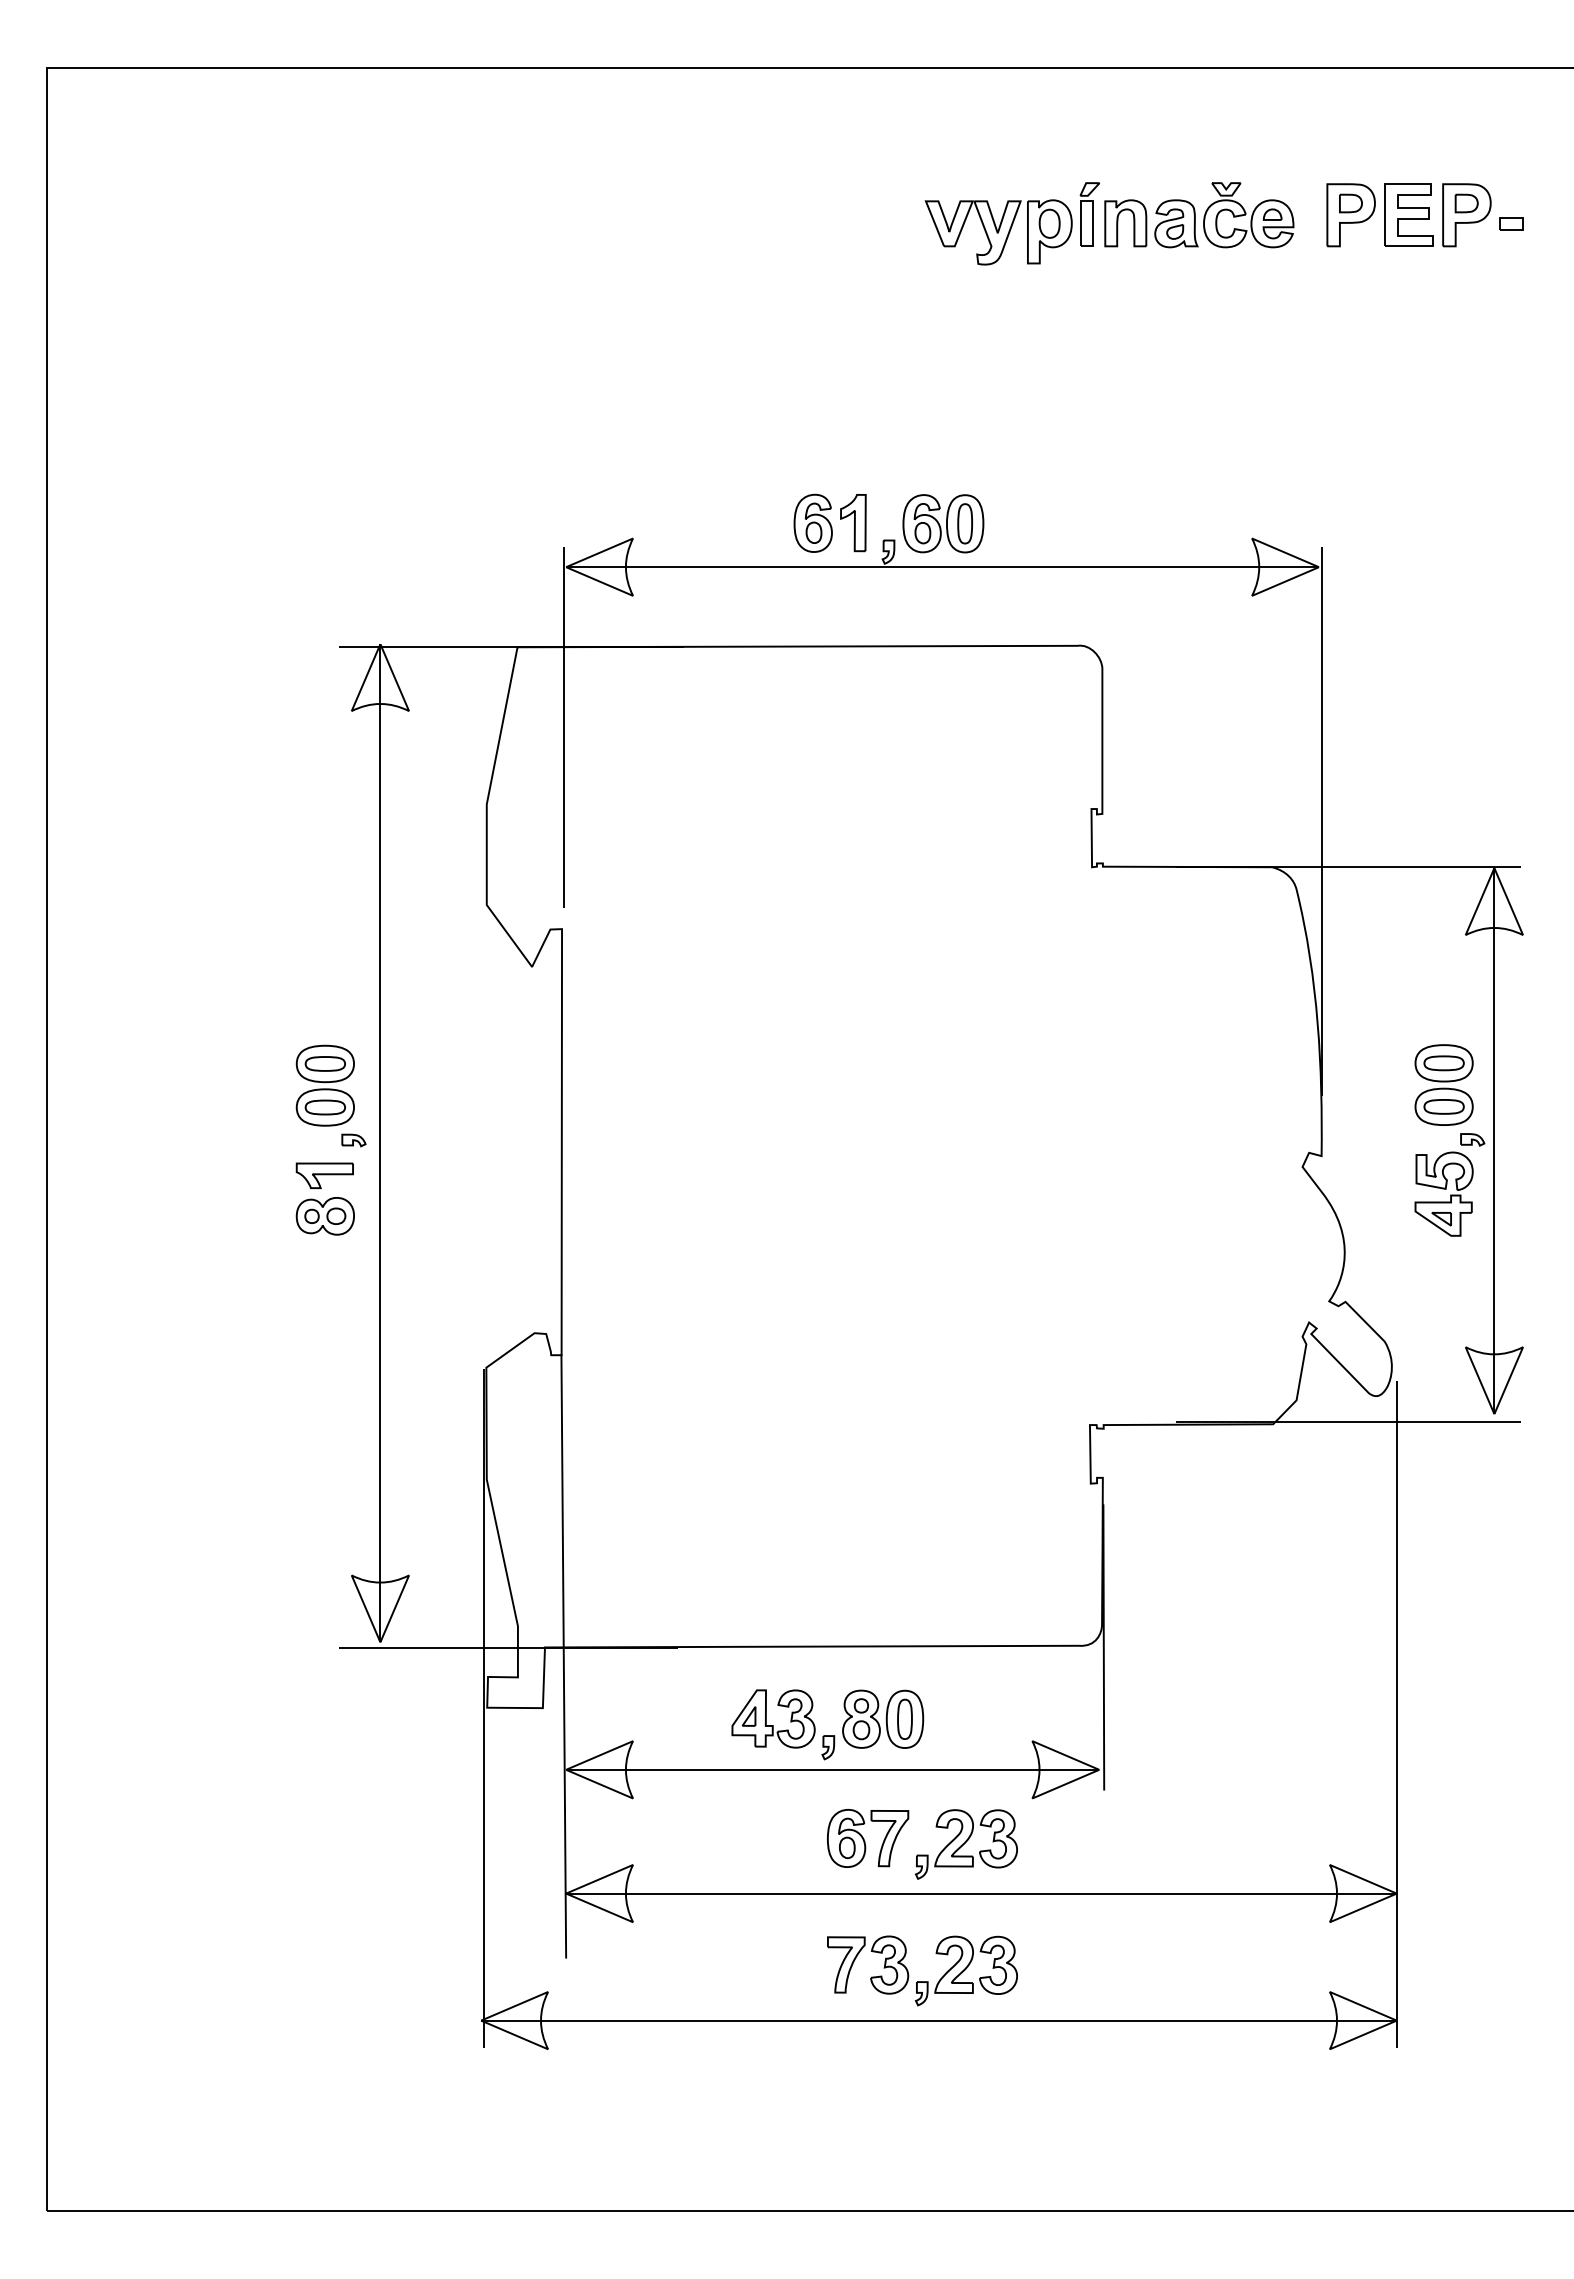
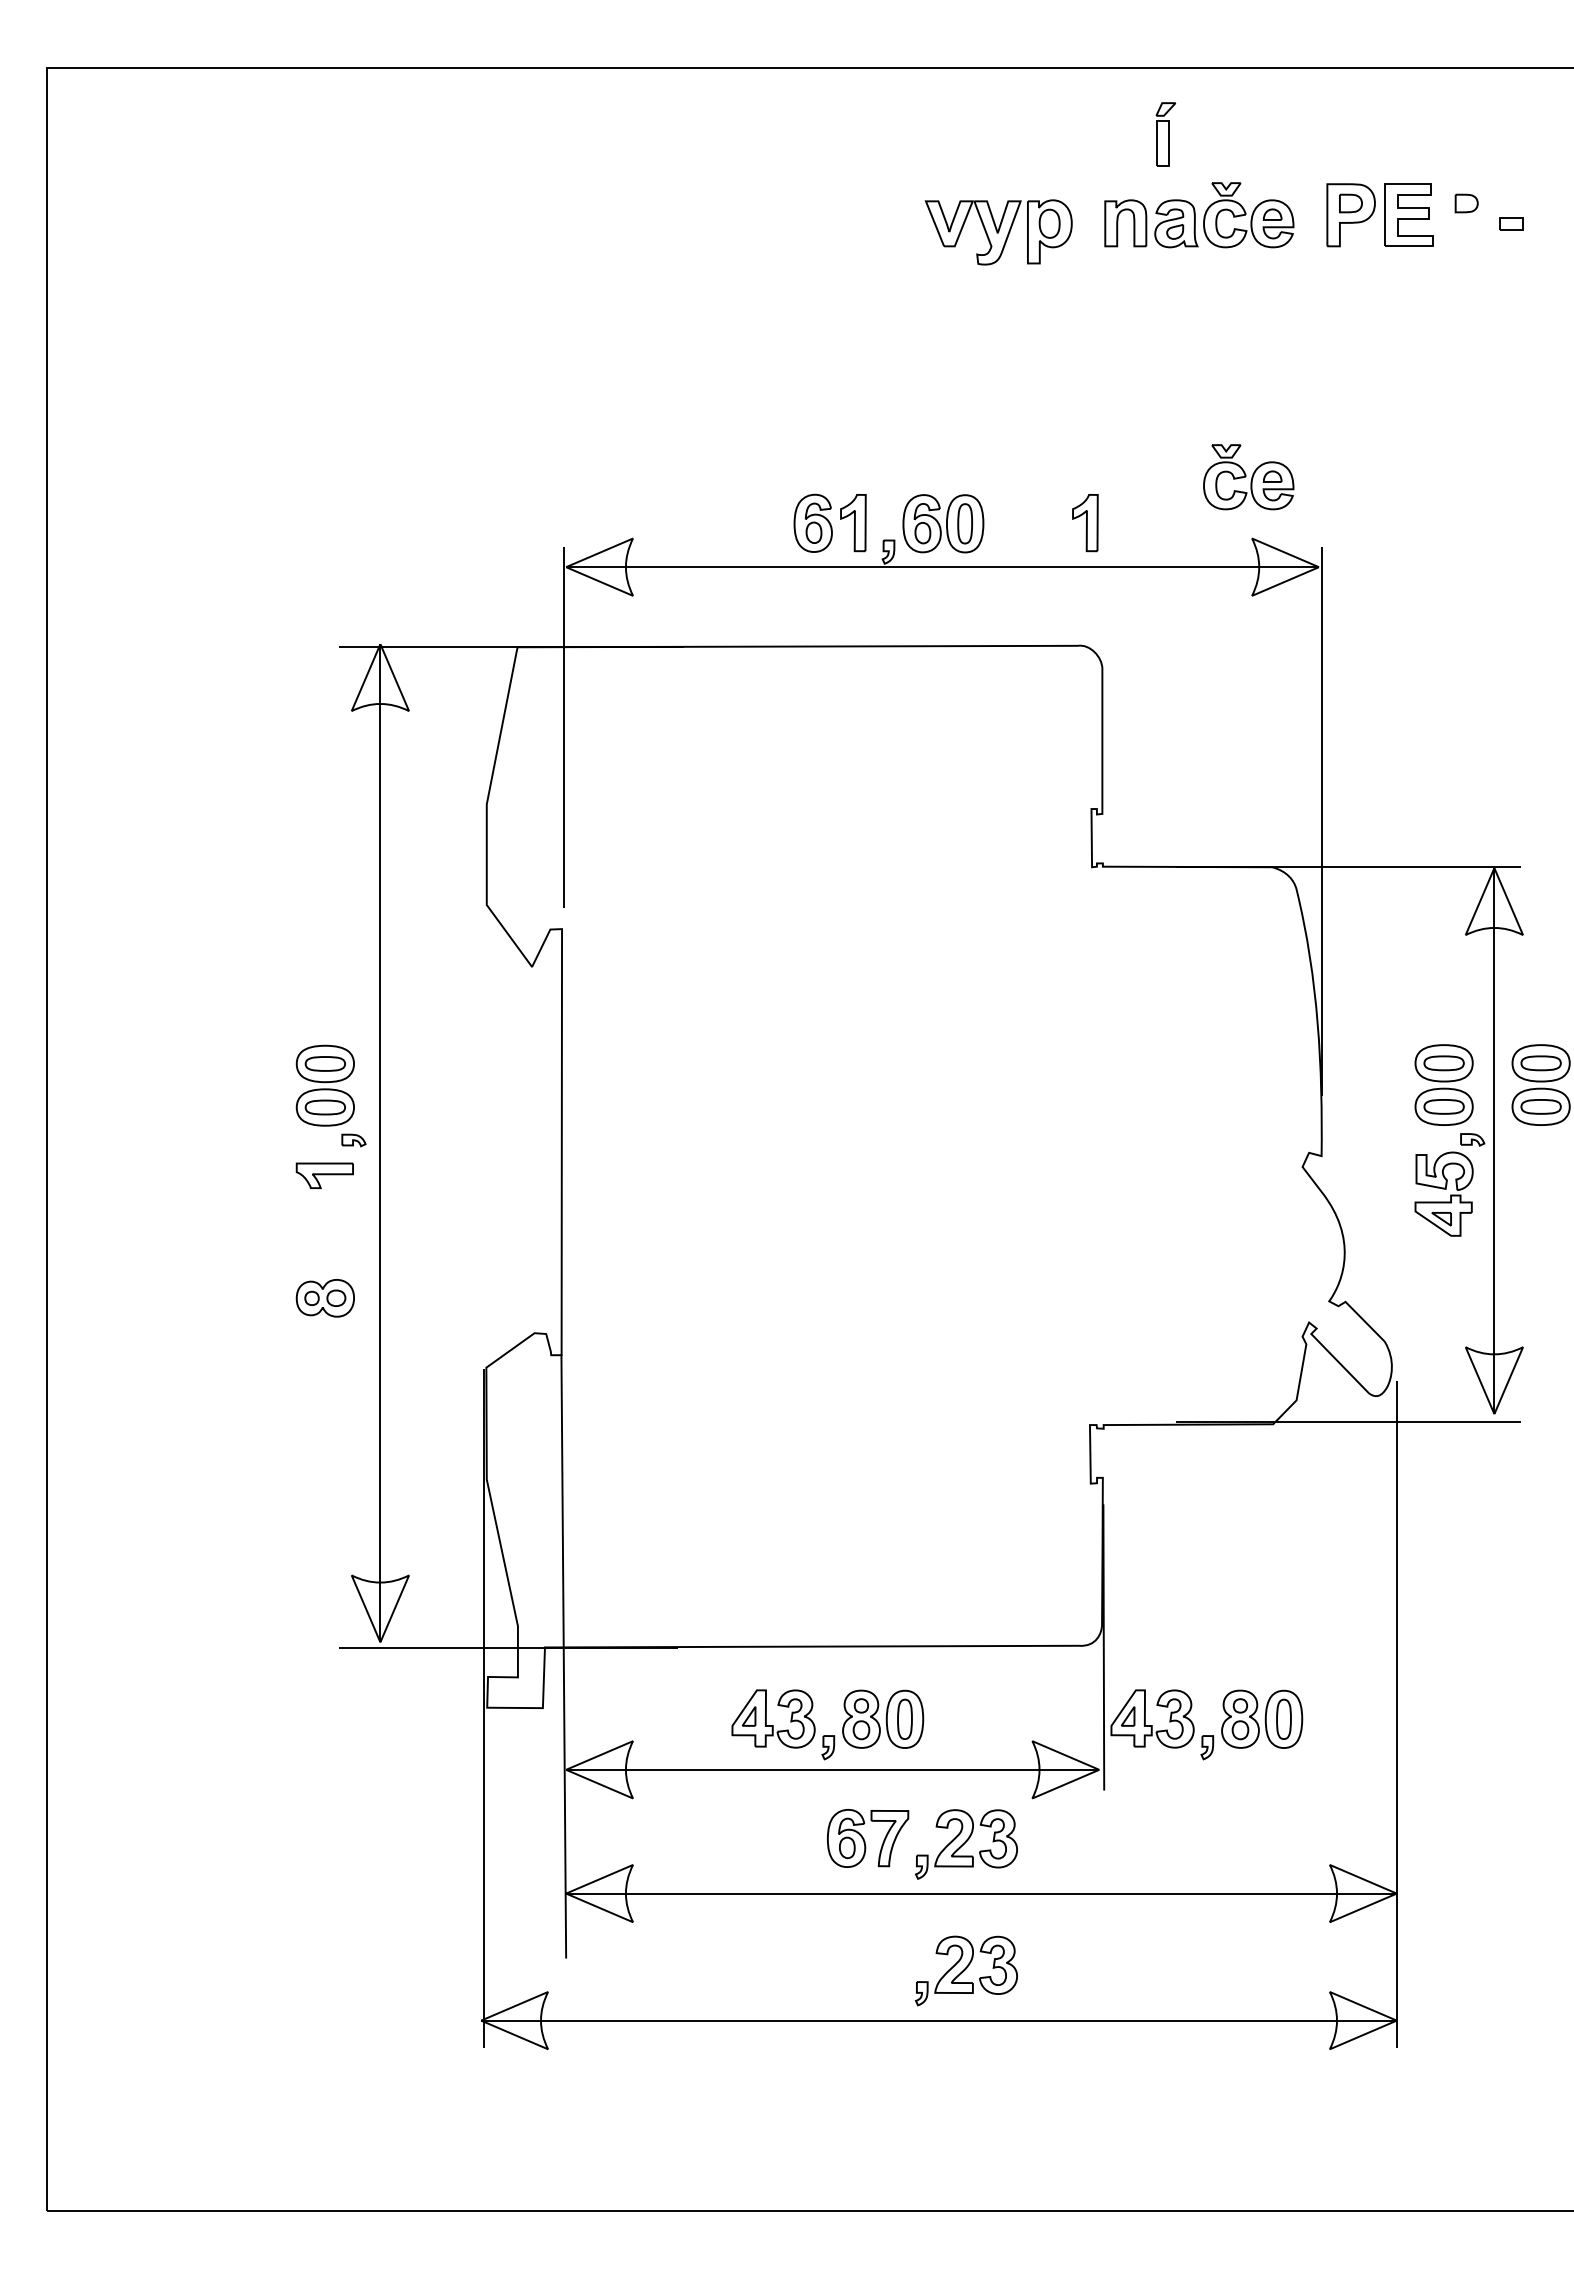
part at (1089, 214) position: (1089, 214) -> (1165, 134)
part at (1466, 215): present -> none
part at (1248, 477): none -> present
part at (1085, 523): none -> present
part at (1540, 1084): none -> present
part at (324, 1216) position: (324, 1216) -> (324, 1298)
part at (1206, 1735): none -> present
part at (871, 1976): present -> none
